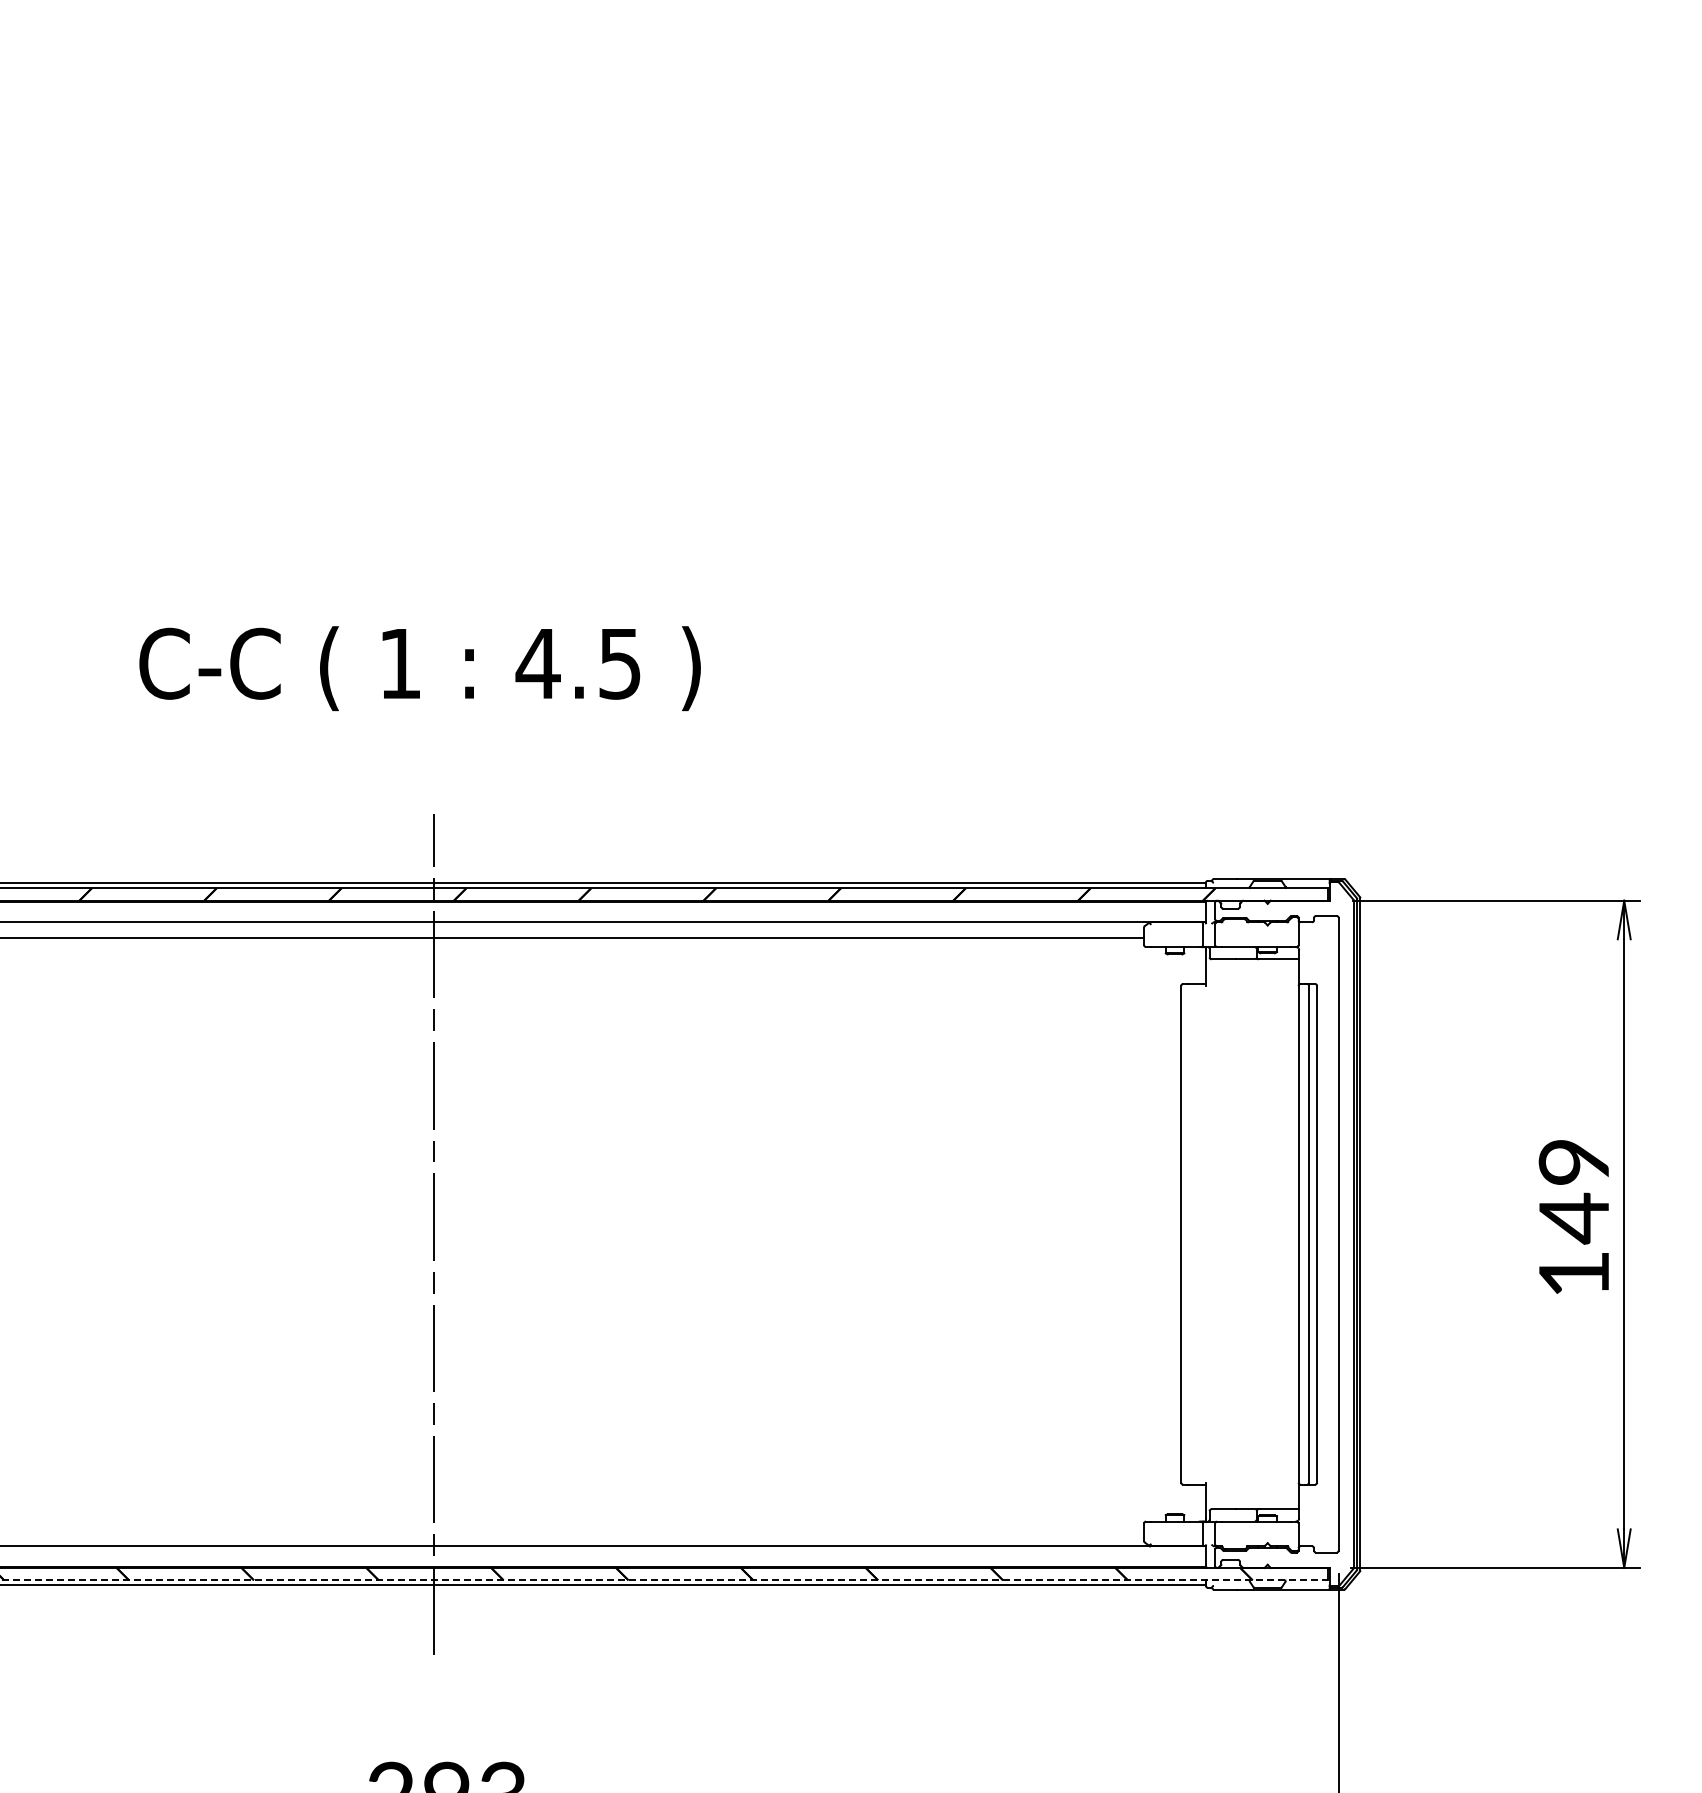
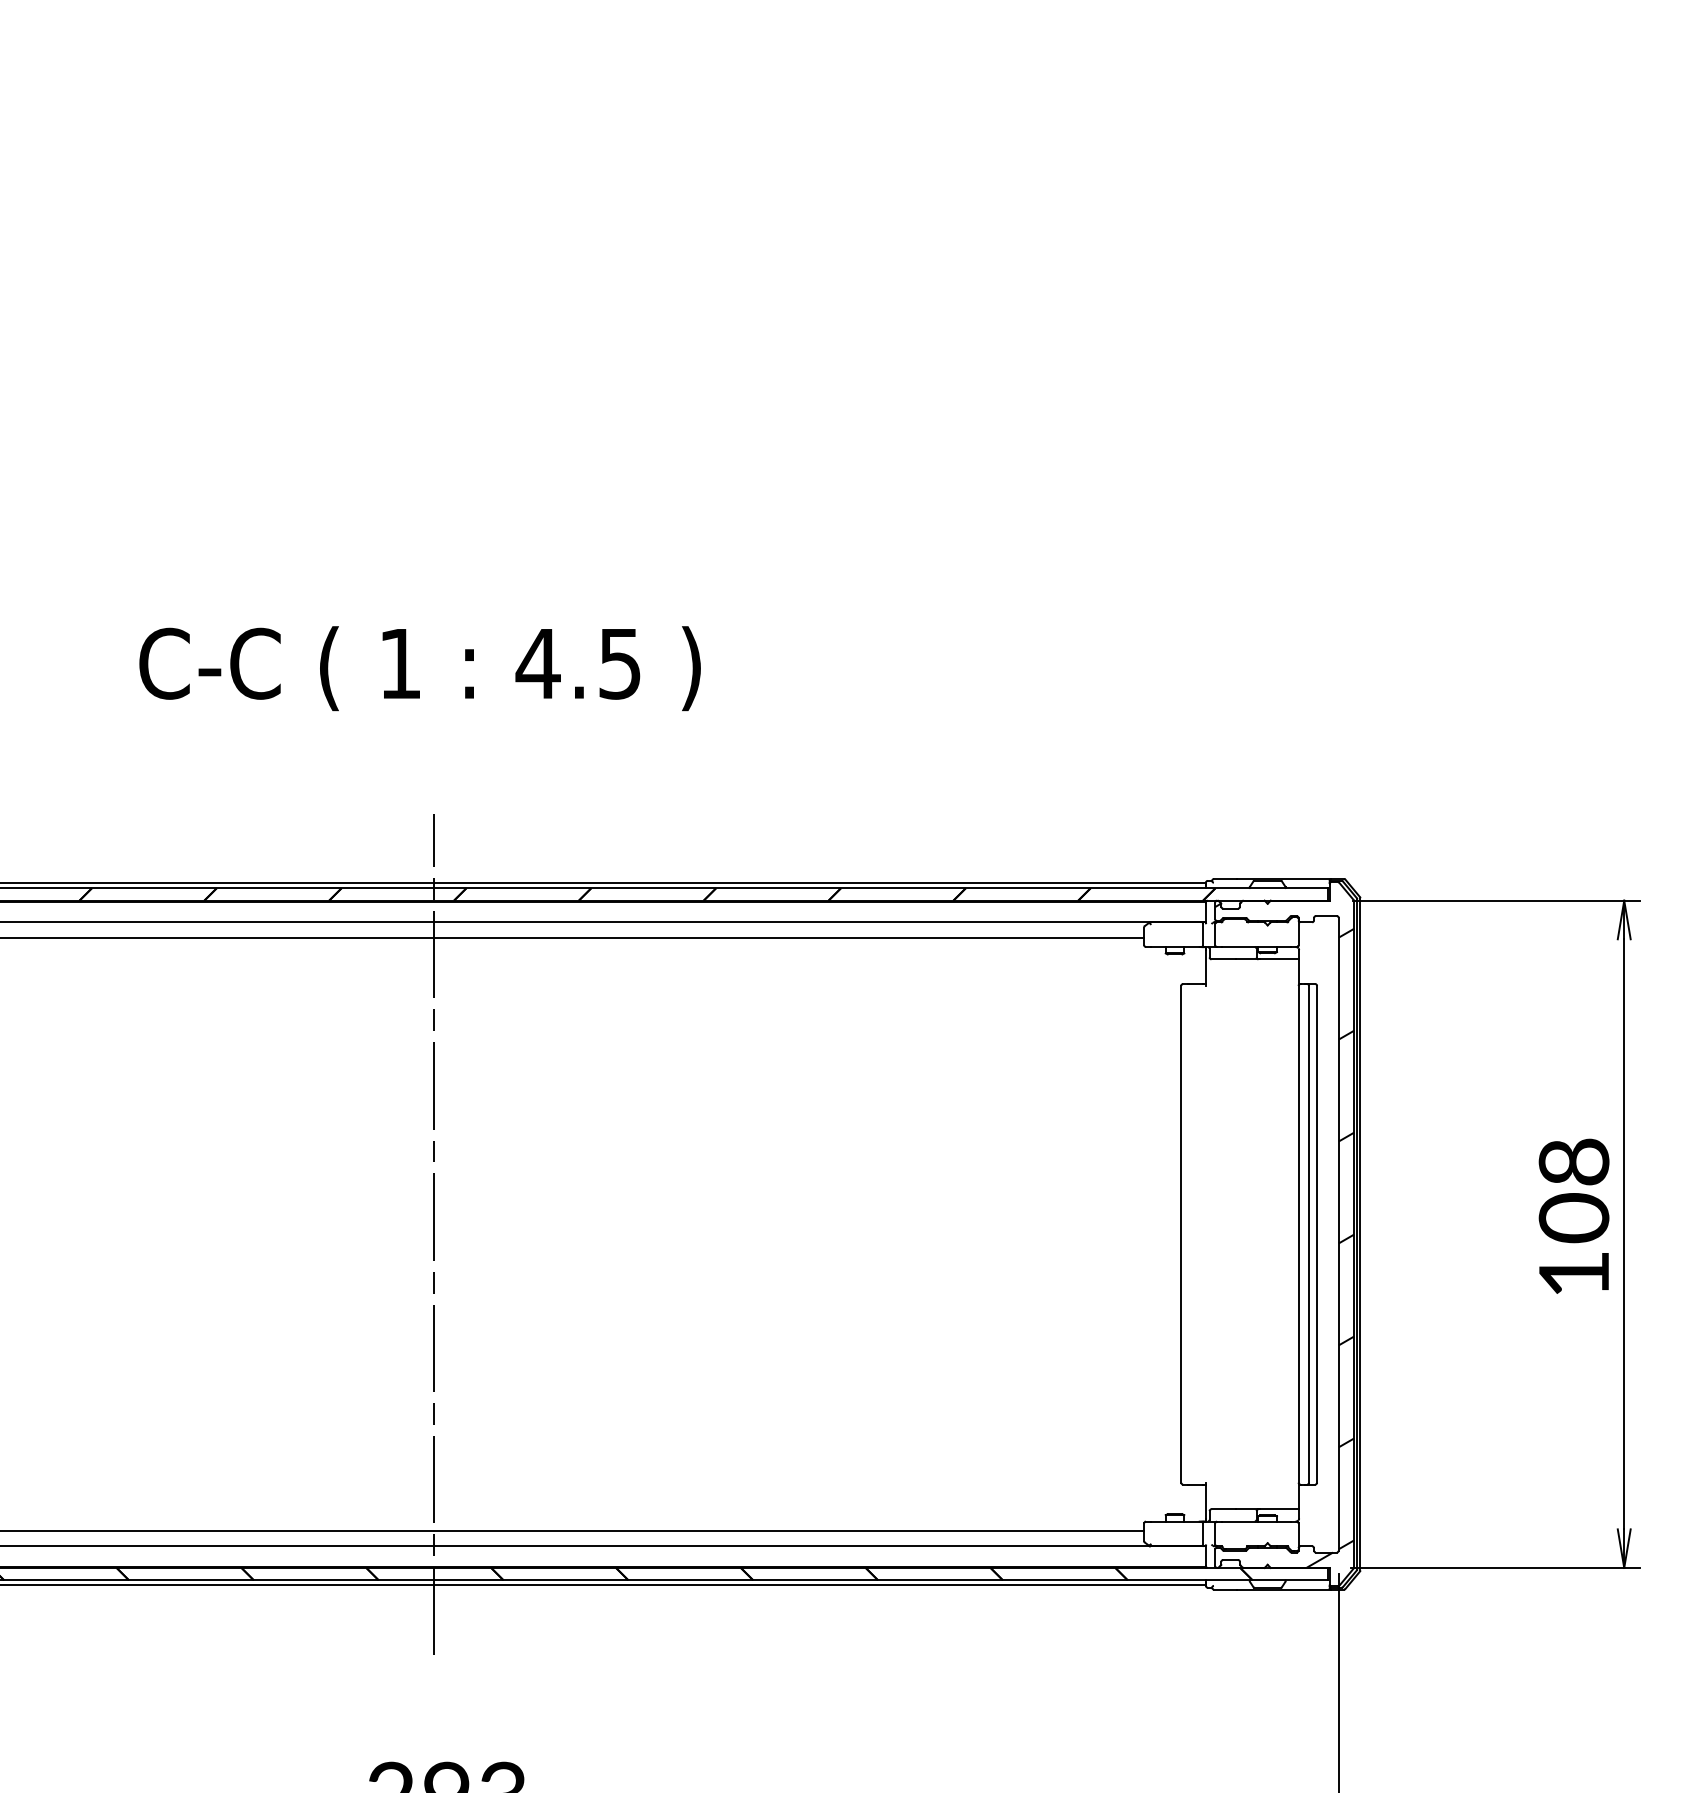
text at (1573, 1191): 149 -> 108
hatch at (1284, 1235): none -> present
line at (573, 1530): none -> present
line at (663, 1580): dashed -> solid
